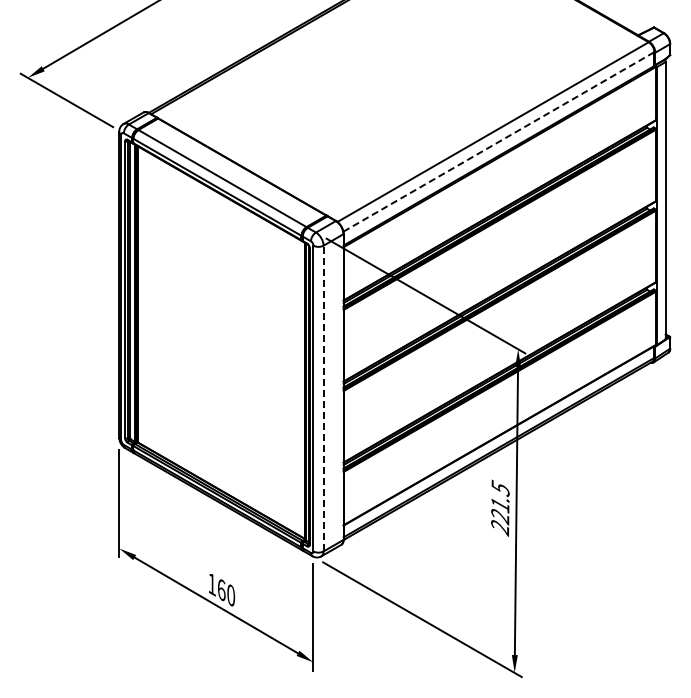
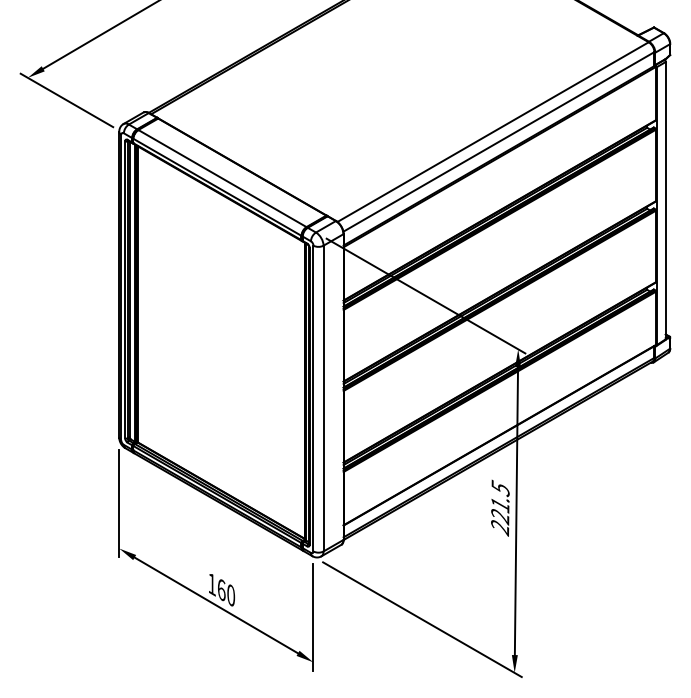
line at (498, 141): dashed -> solid
line at (323, 398): dashed -> solid
